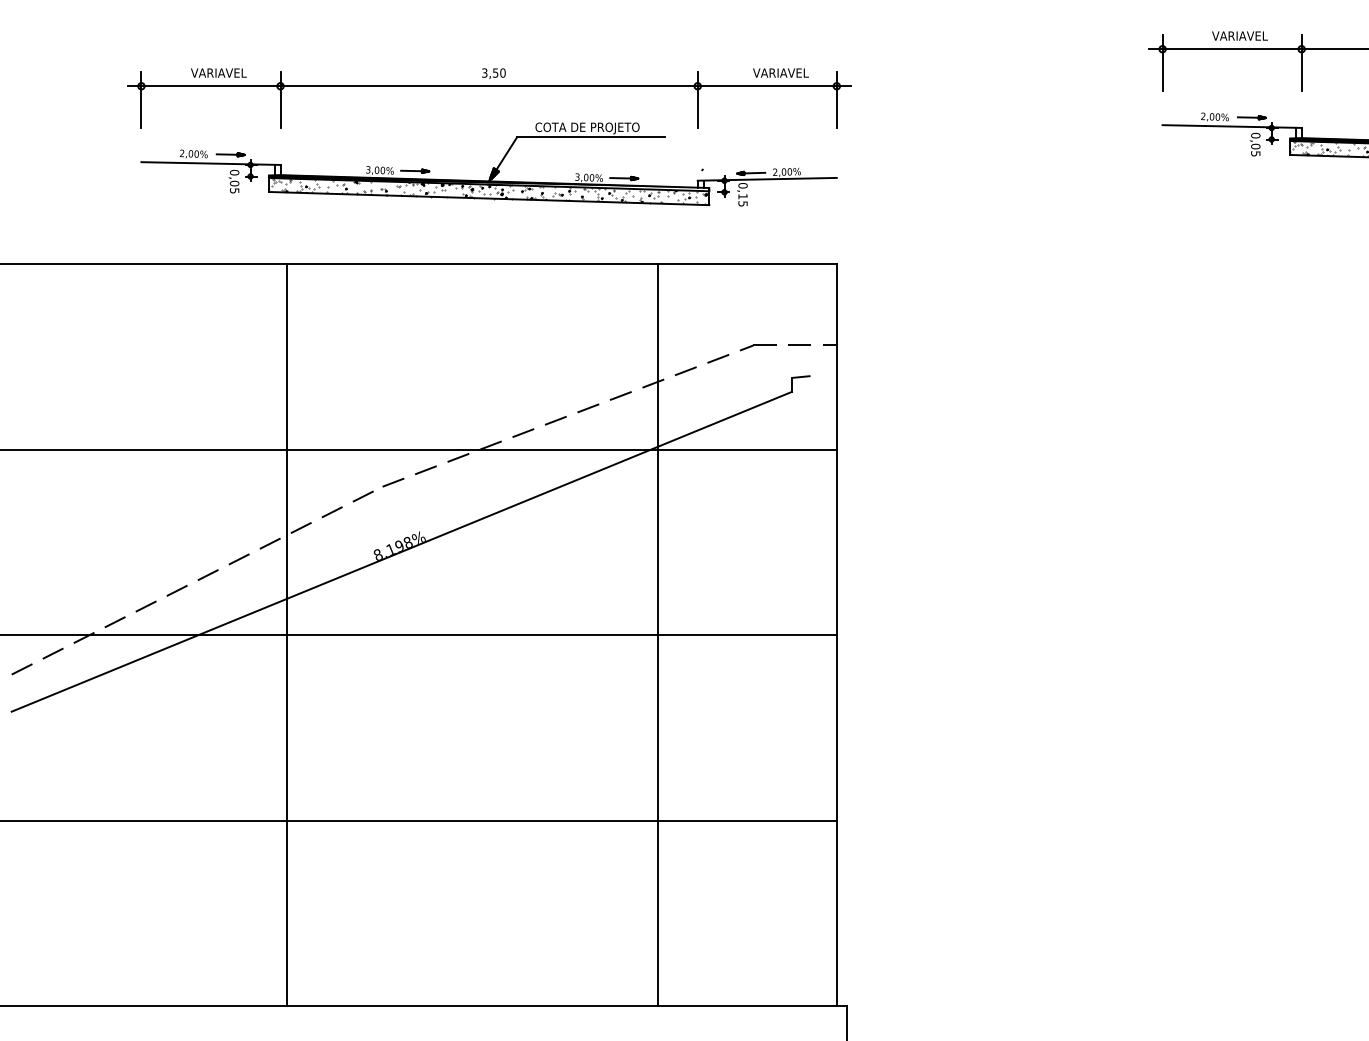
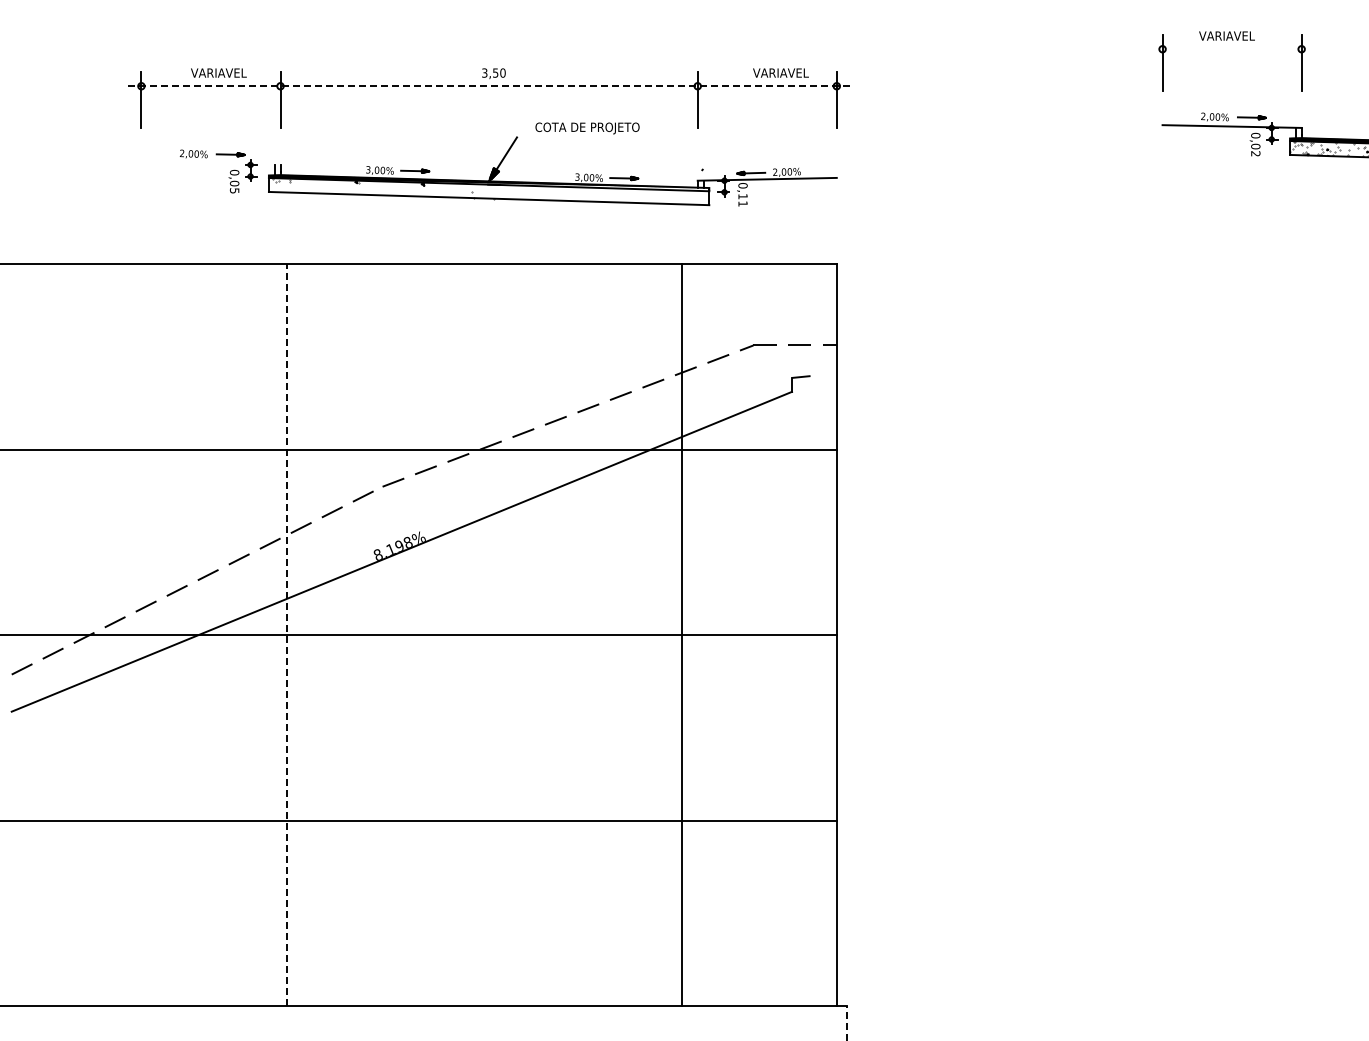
text at (1239, 35) position: (1239, 35) -> (1226, 35)
line at (1256, 49): present -> none
line at (489, 86): solid -> dashed
line at (590, 137): present -> none
text at (1255, 153): 0,05 -> 0,02
line at (210, 163): present -> none
hatch at (487, 191): present -> none
text at (742, 203): 0,15 -> 0,11
line at (658, 634) position: (658, 634) -> (682, 634)
line at (287, 635): solid -> dashed
line at (847, 1022): solid -> dashed
